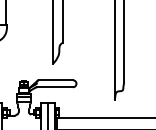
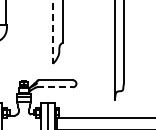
line at (53, 31): solid -> dashed
line at (55, 87): solid -> dashed
